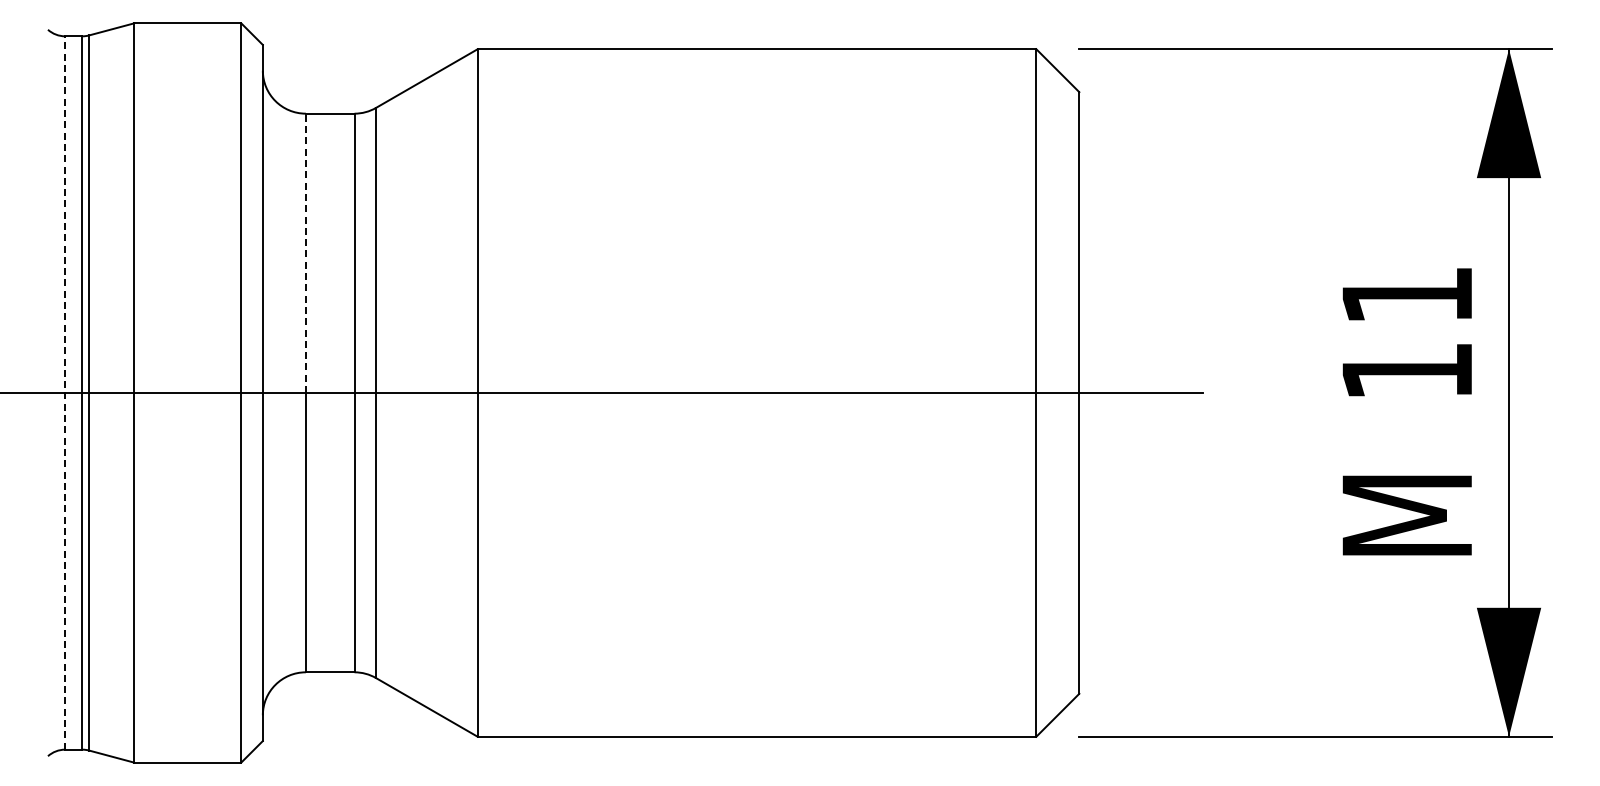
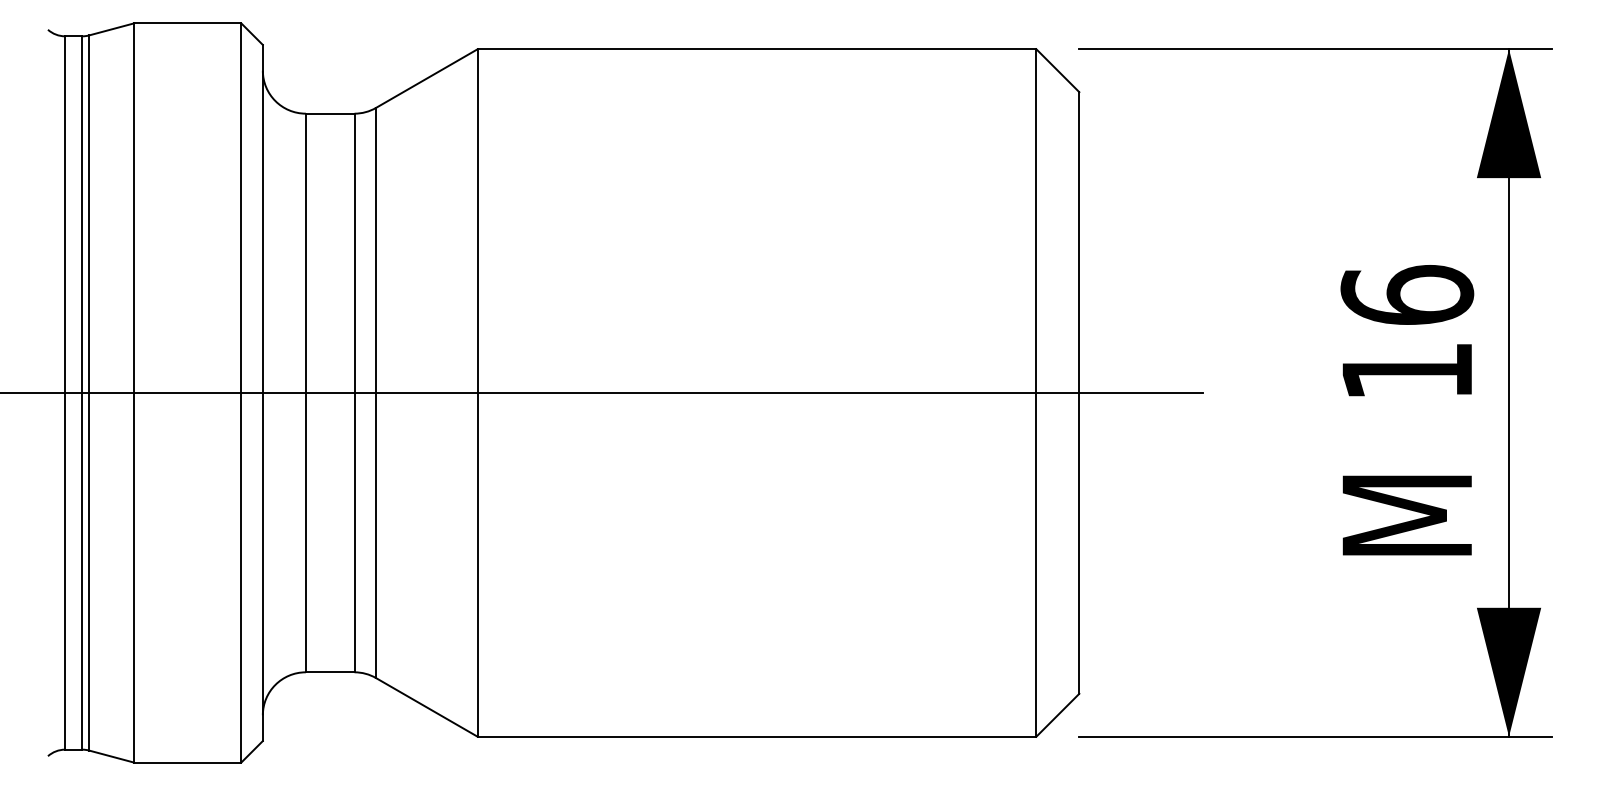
line at (305, 253): dashed -> solid
text at (1407, 294): 11 -> 16
line at (65, 392): dashed -> solid
